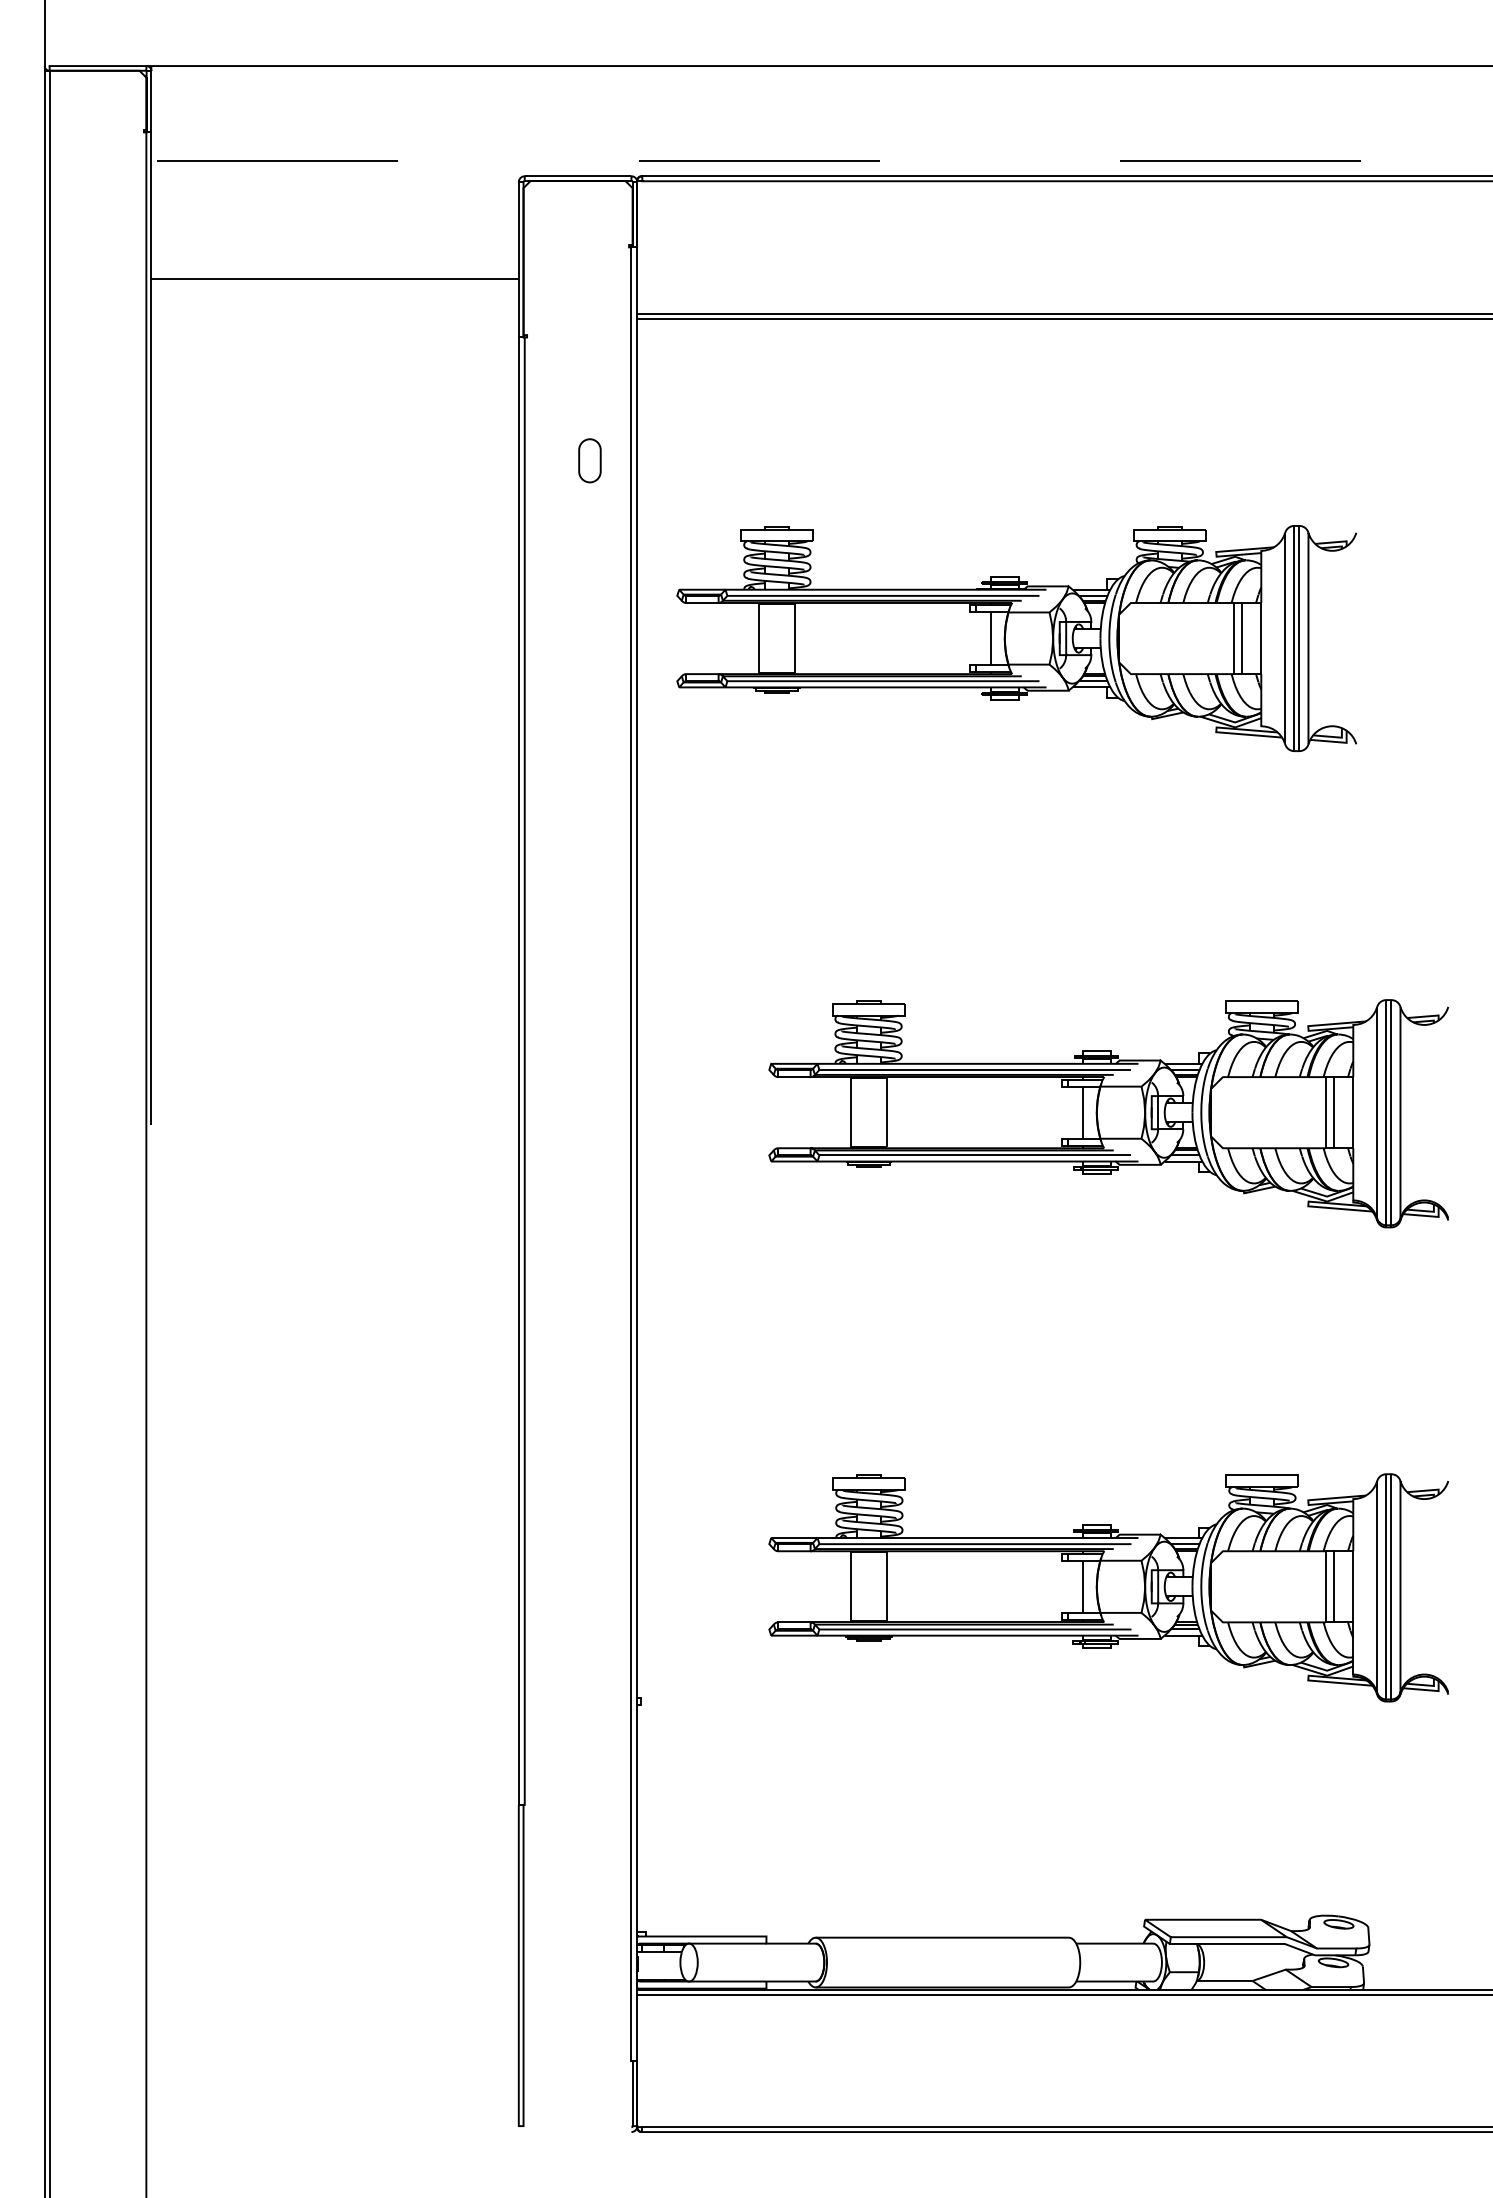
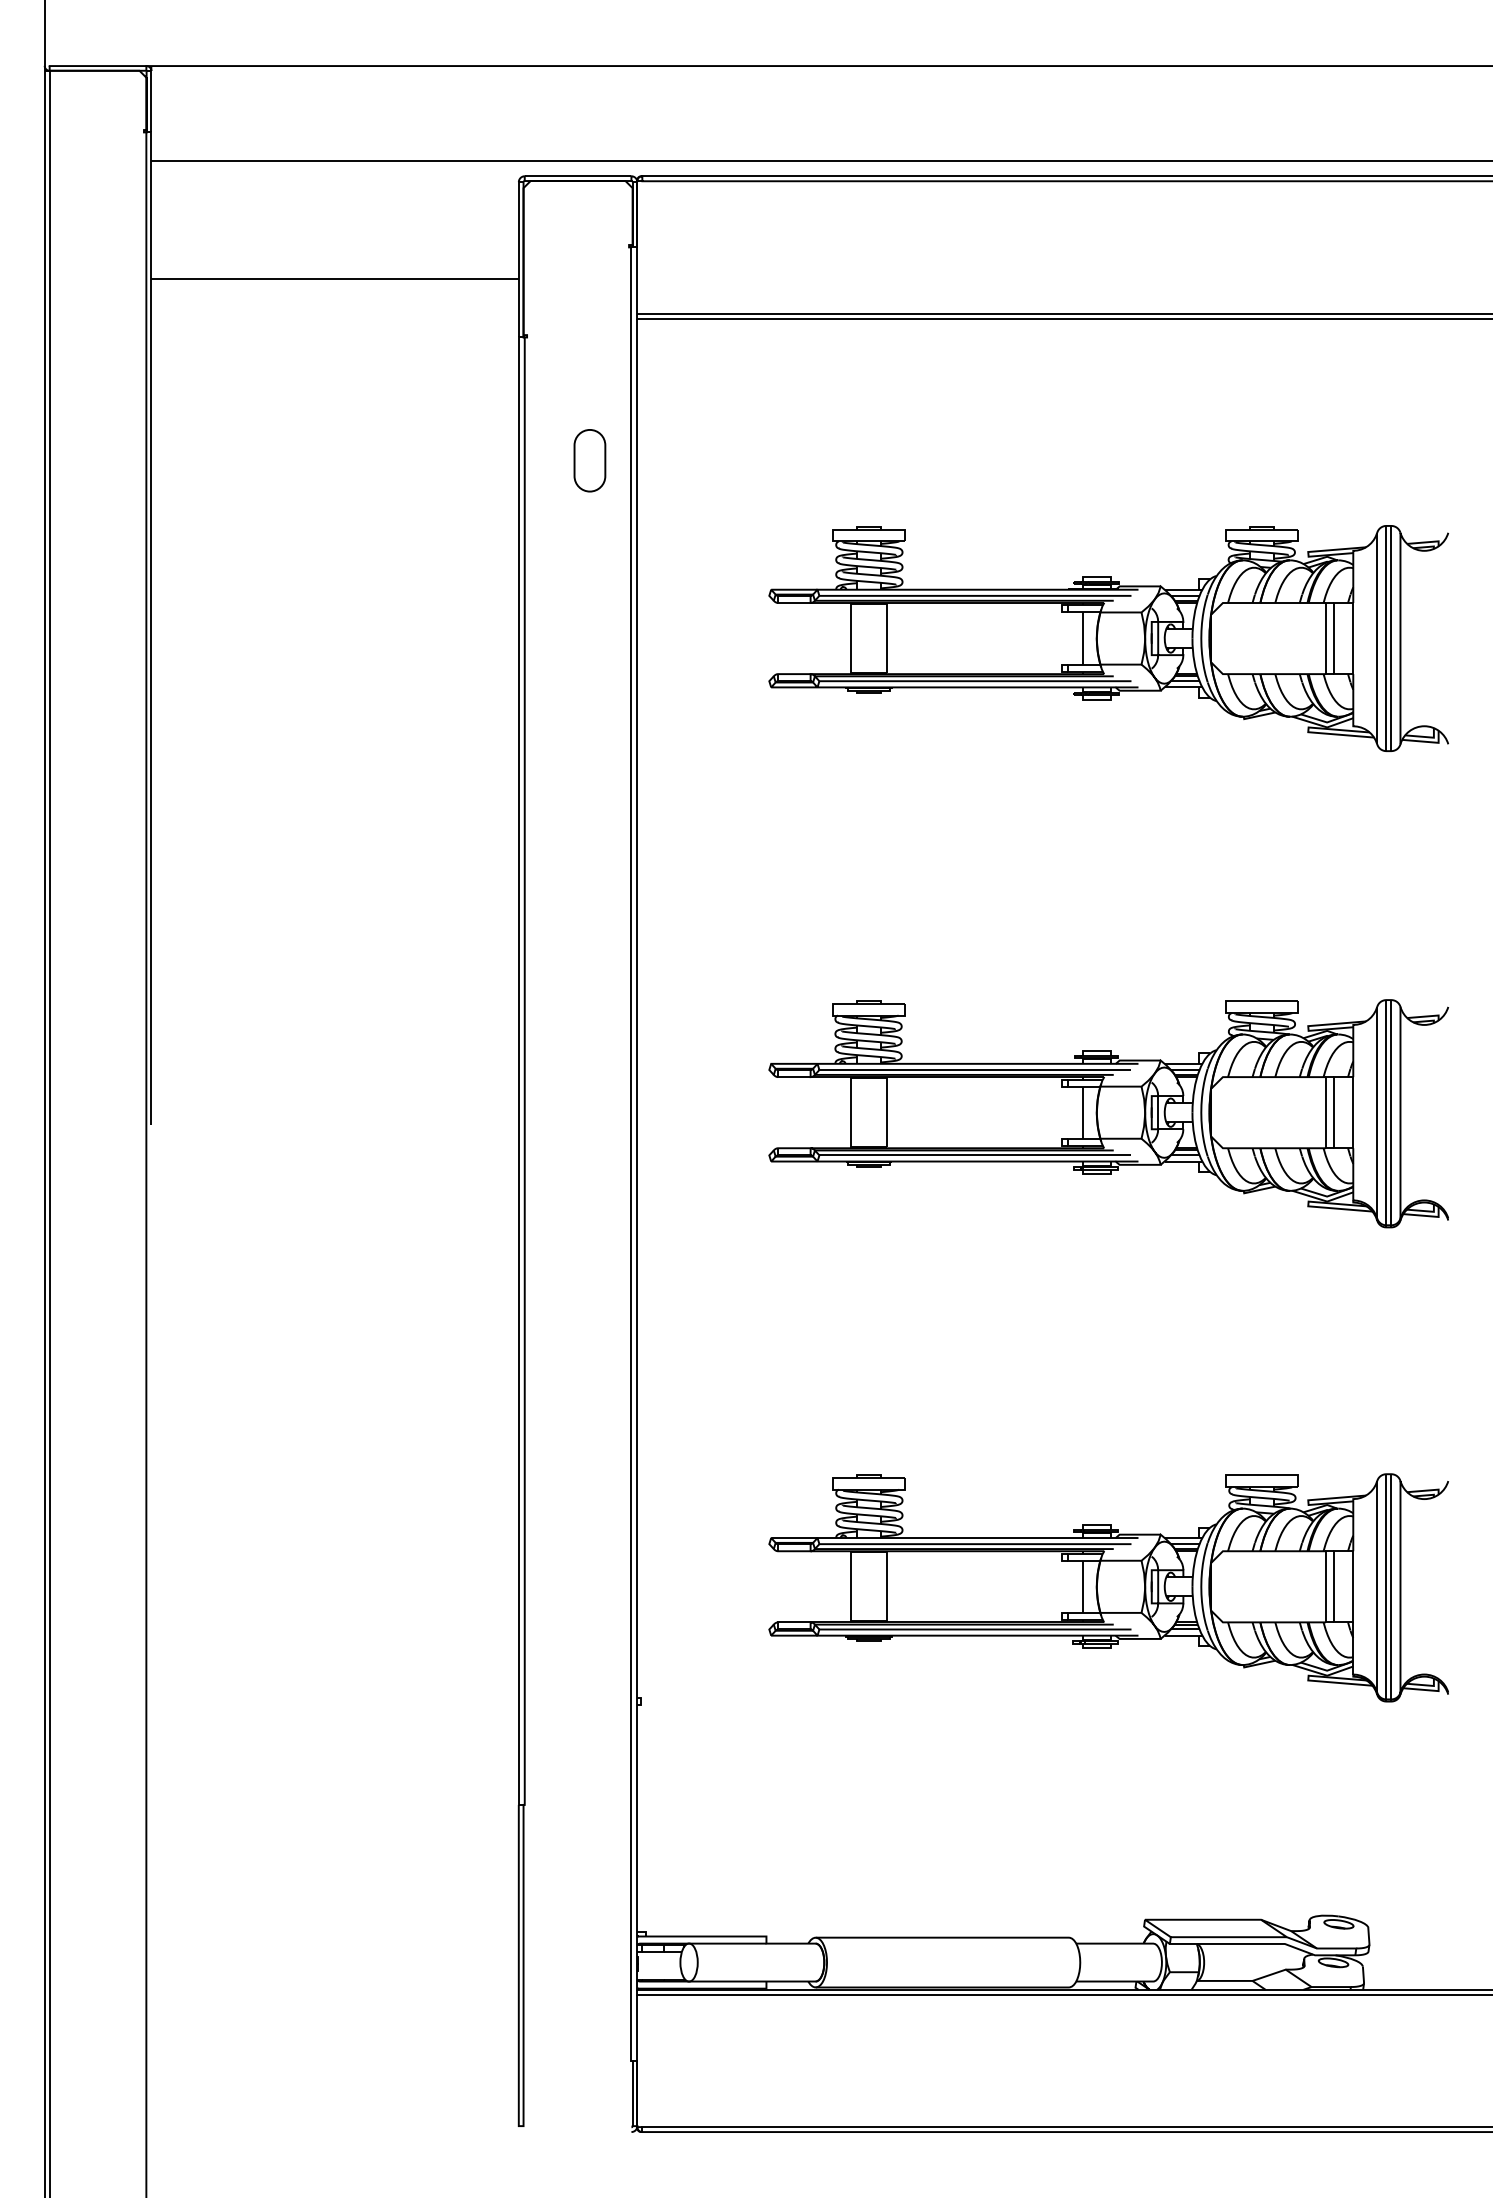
line at (821, 160): dashed -> solid
part at (589, 460) size: 24x46 px -> 34x64 px
part at (1016, 638) position: (1016, 638) -> (1108, 638)
